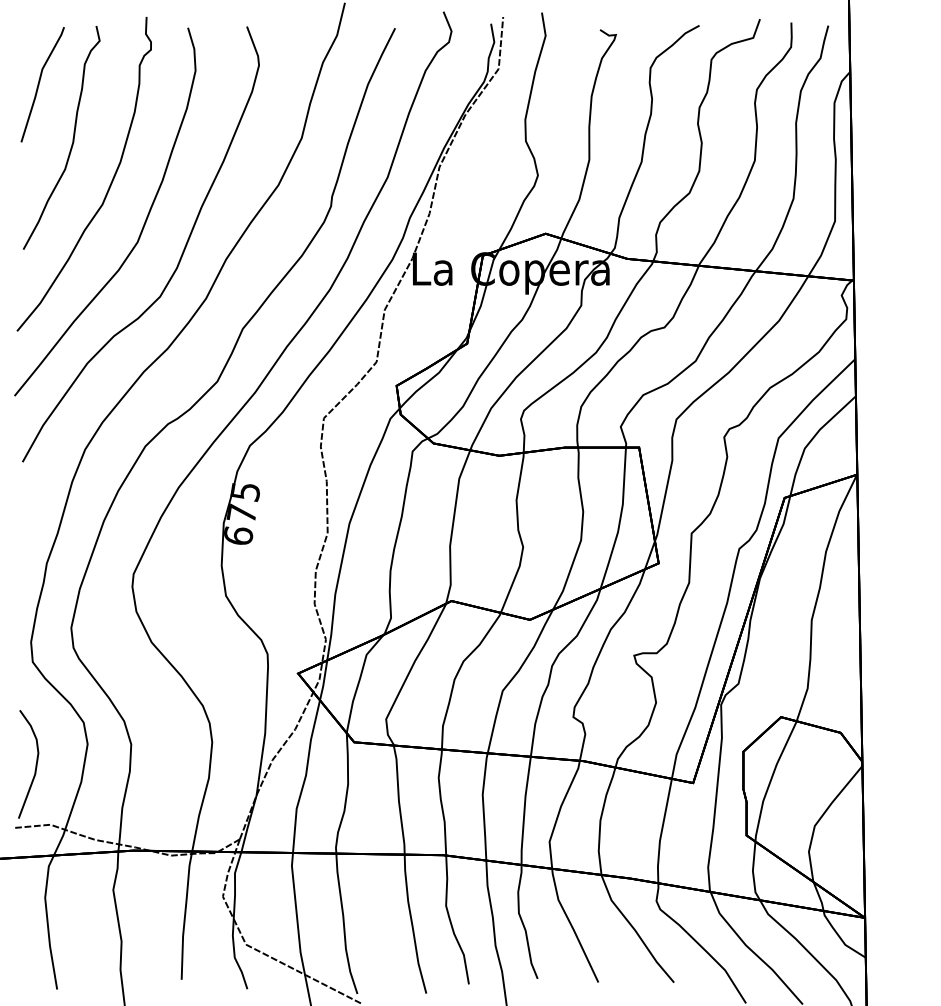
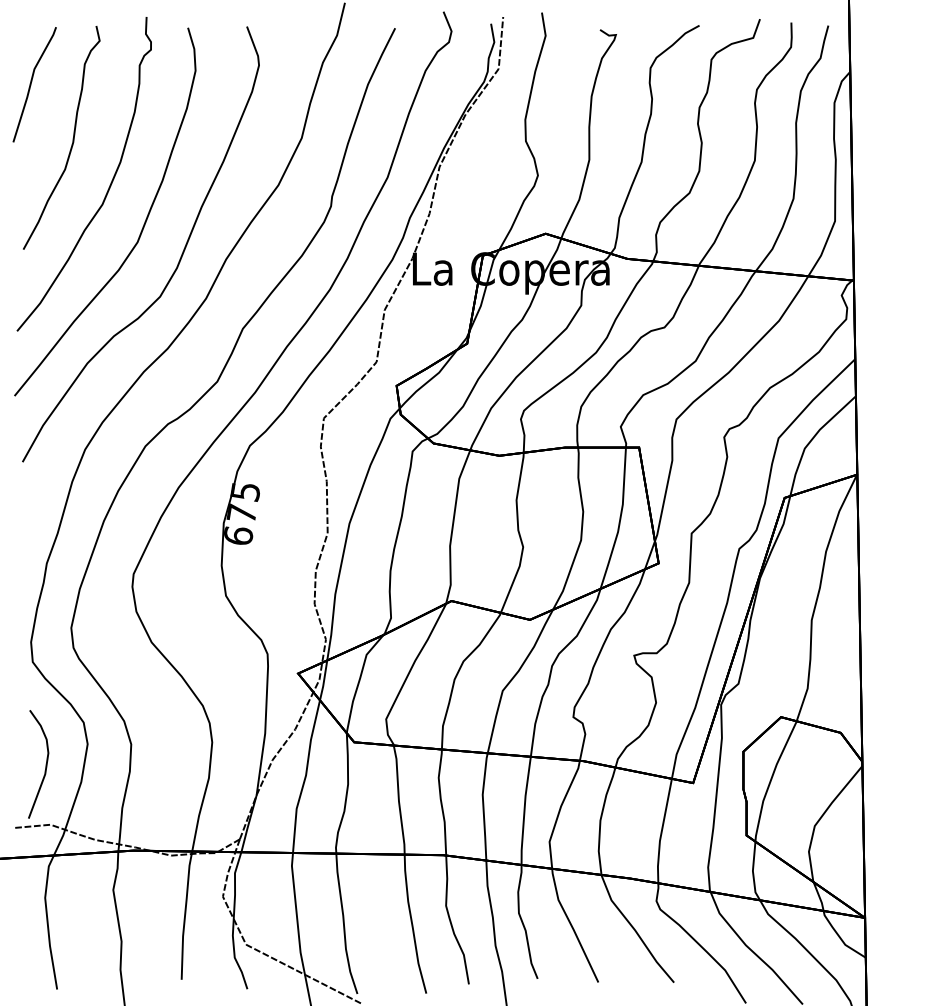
line at (39, 84) position: (39, 84) -> (31, 84)
curve at (35, 764) position: (35, 764) -> (45, 764)
